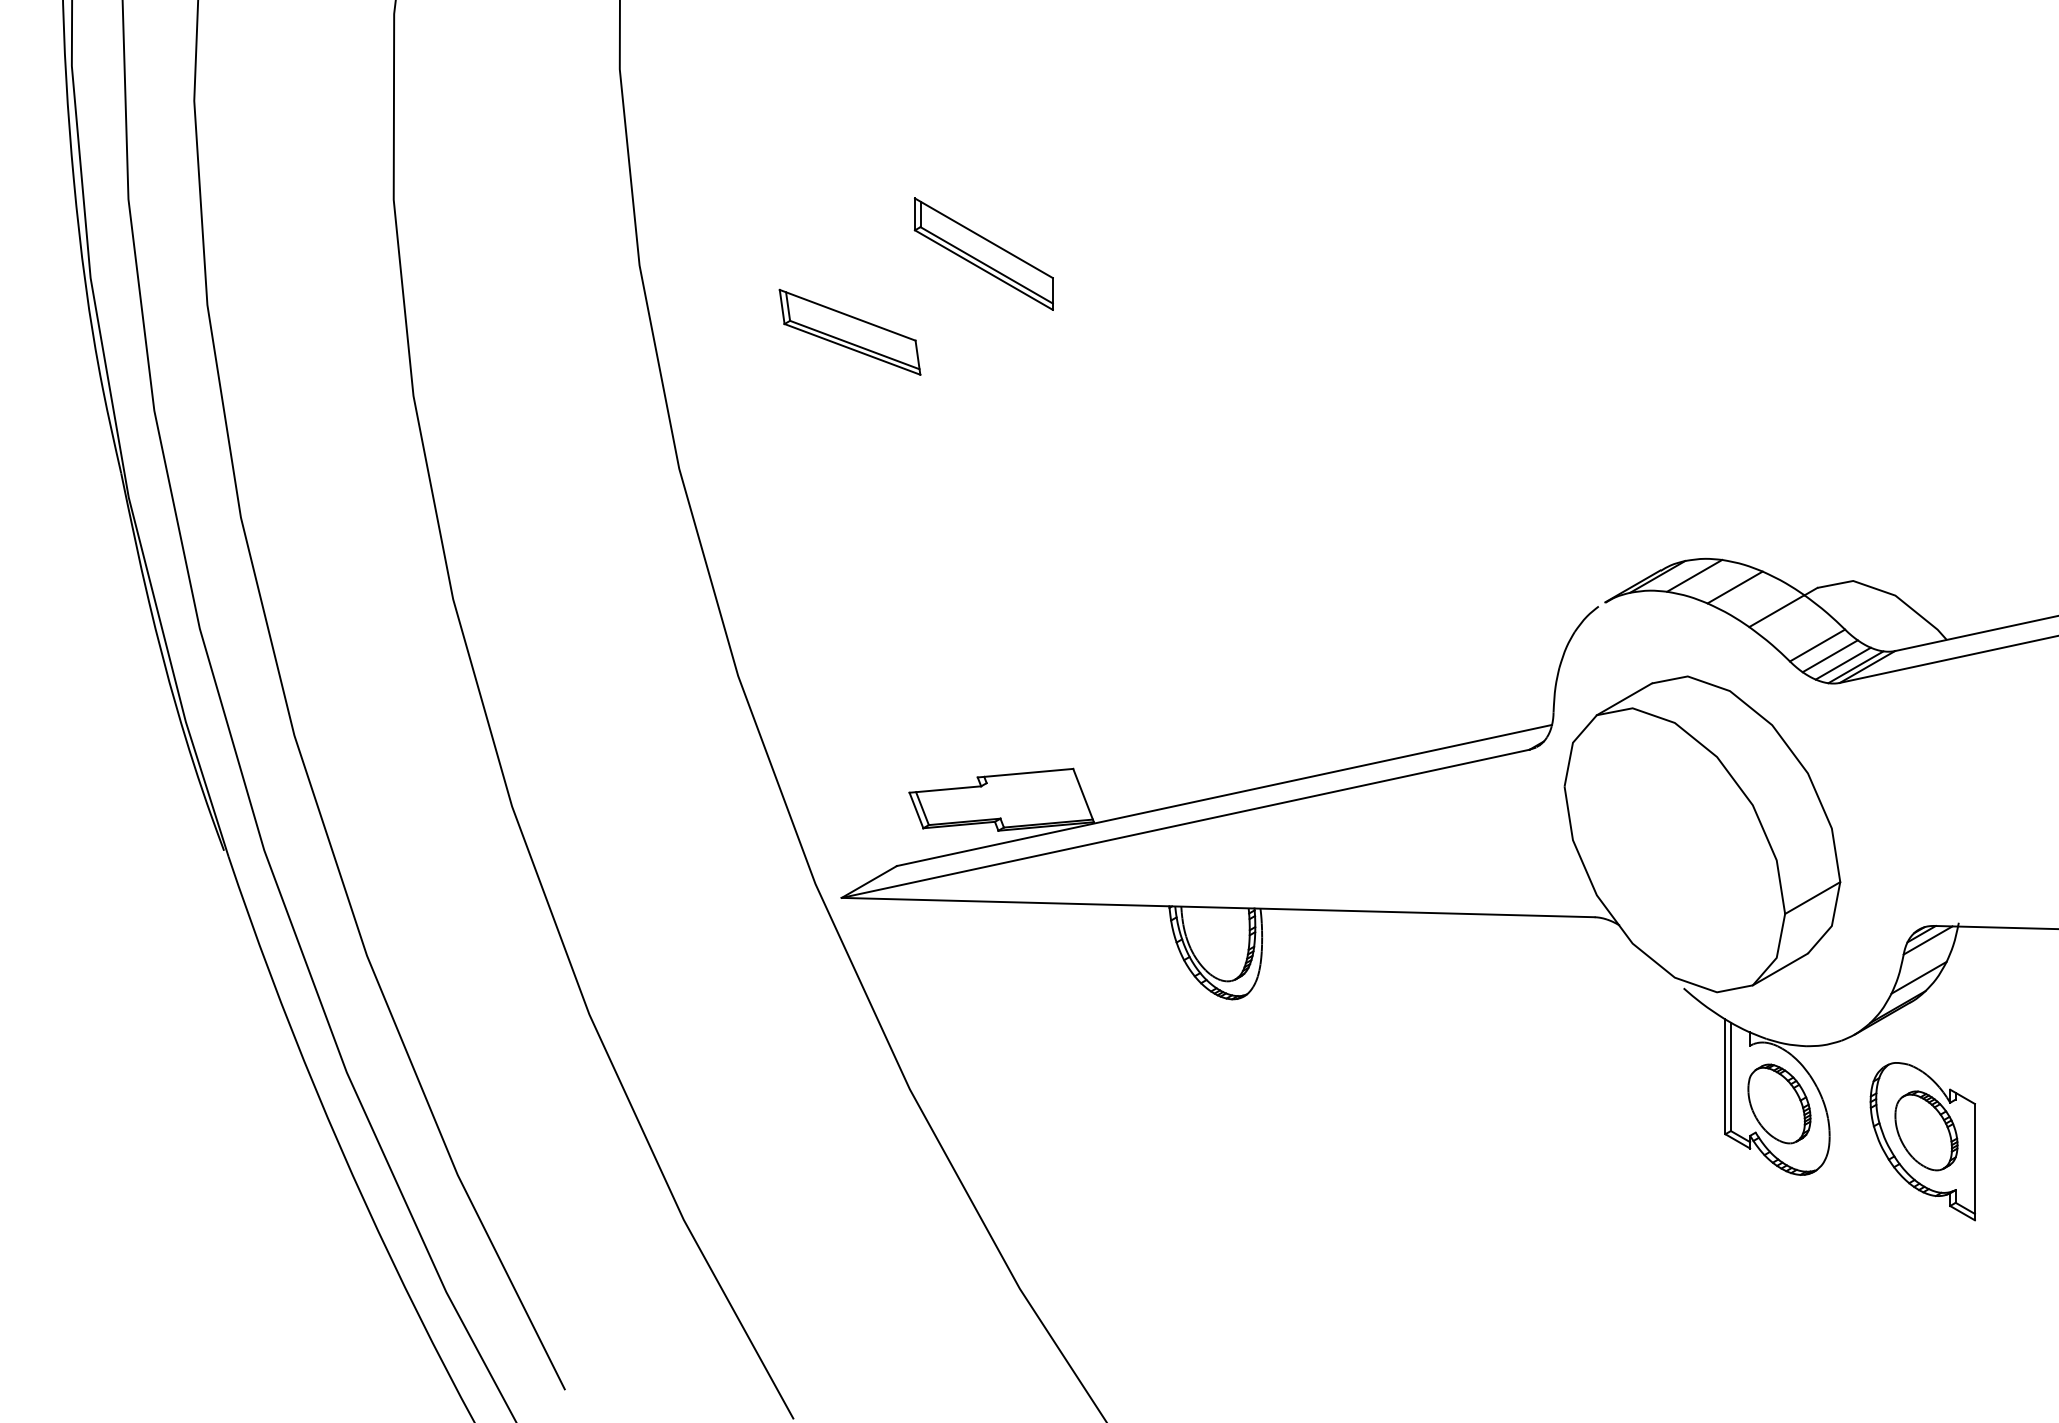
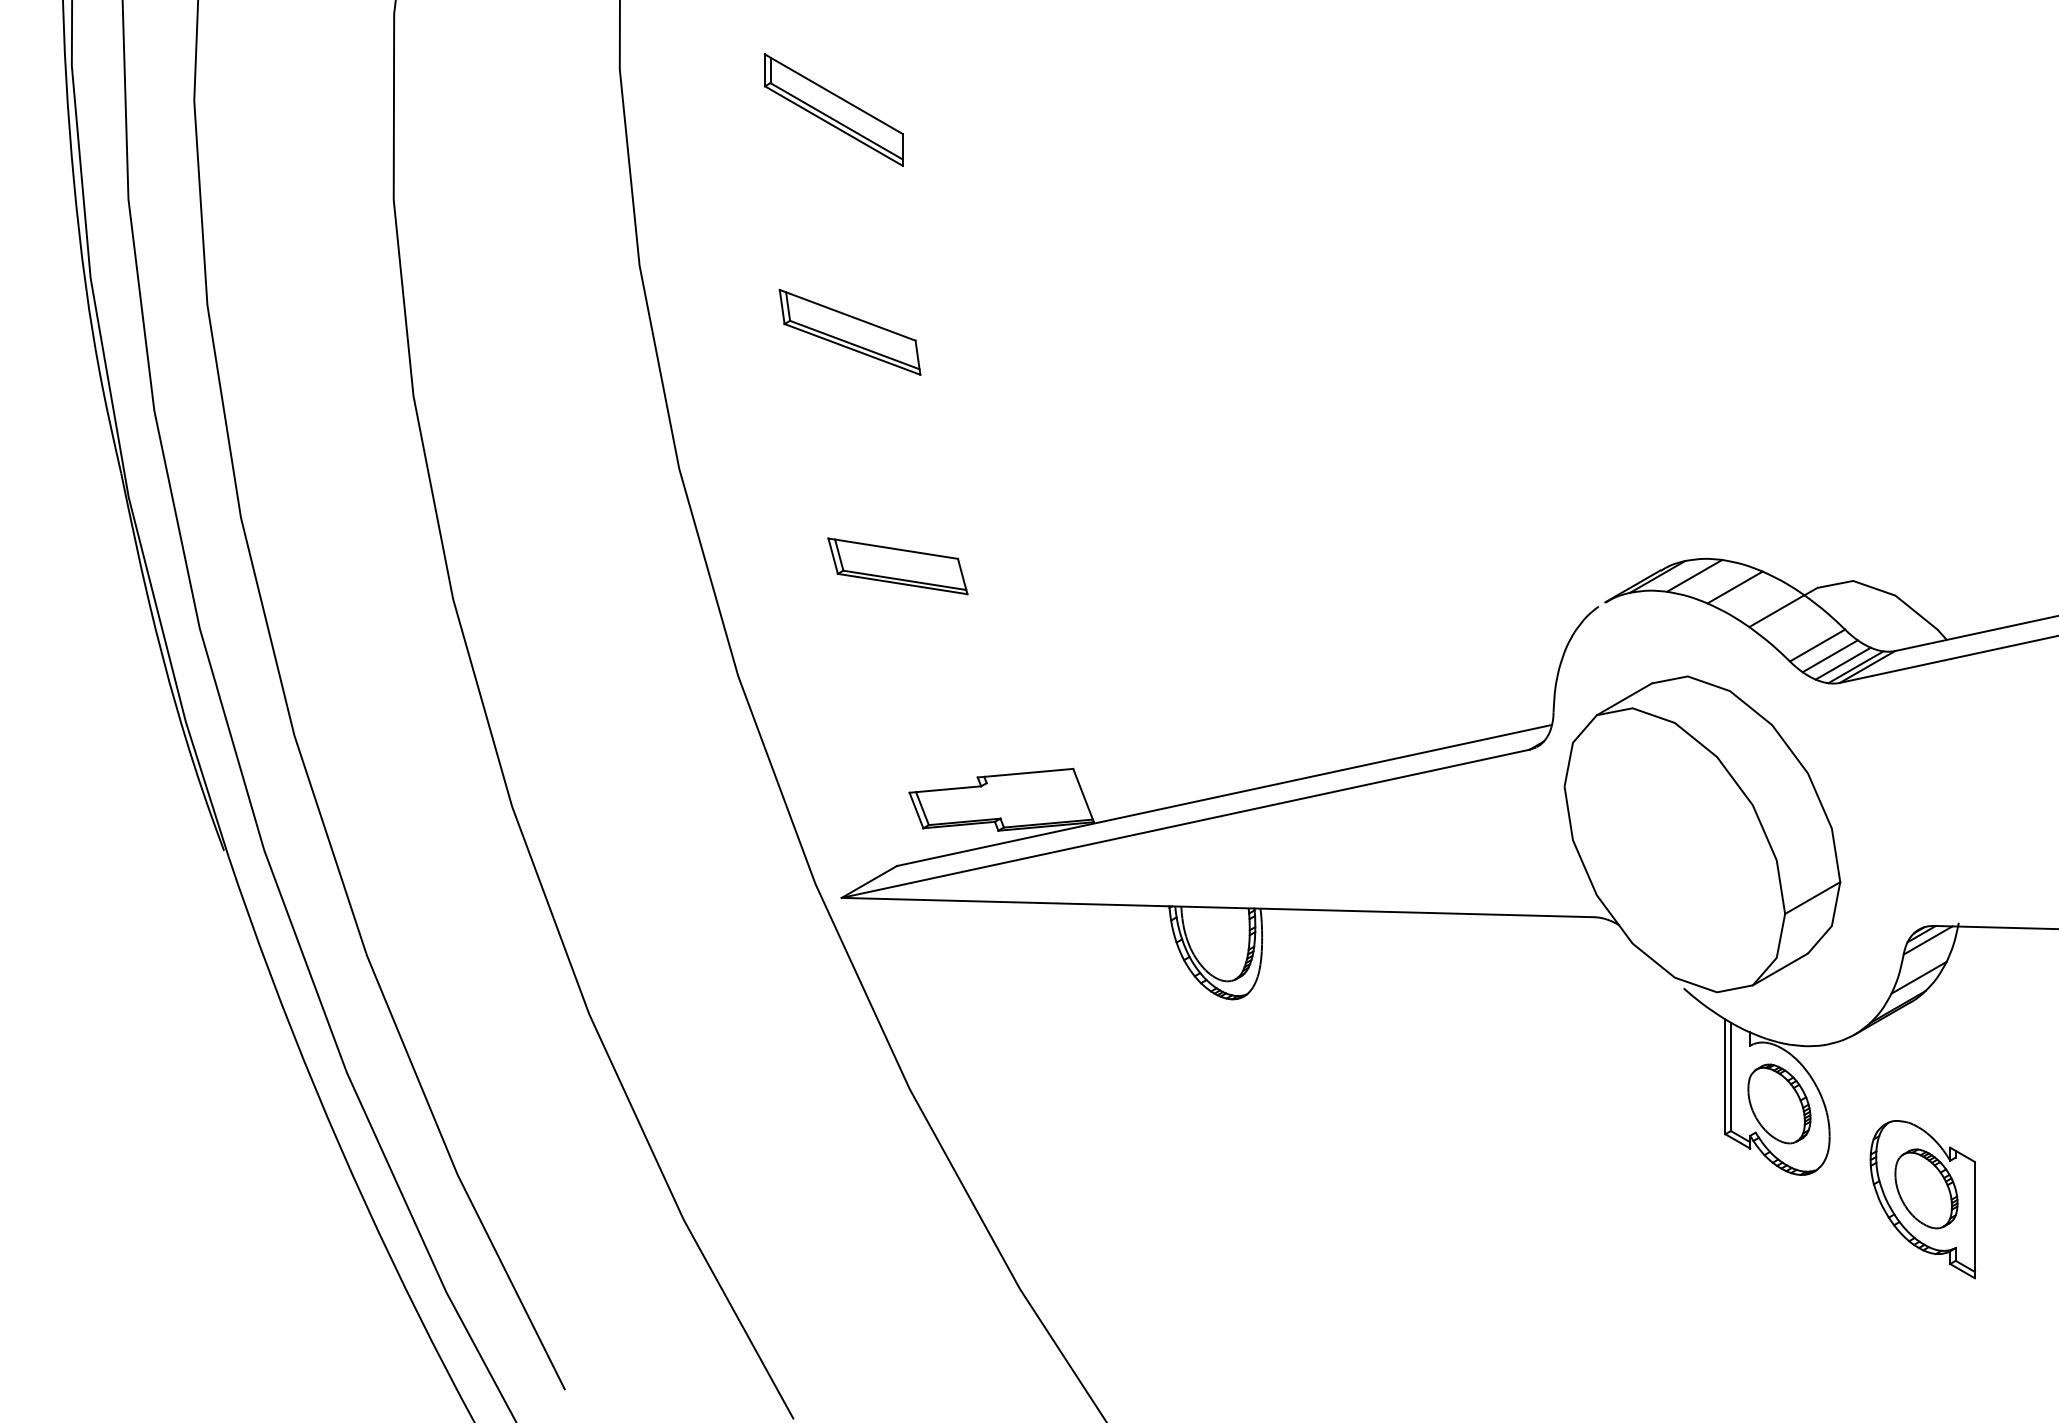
part at (983, 253) position: (983, 253) -> (833, 109)
part at (897, 566): none -> present
part at (1922, 1141) position: (1922, 1141) -> (1922, 1199)
